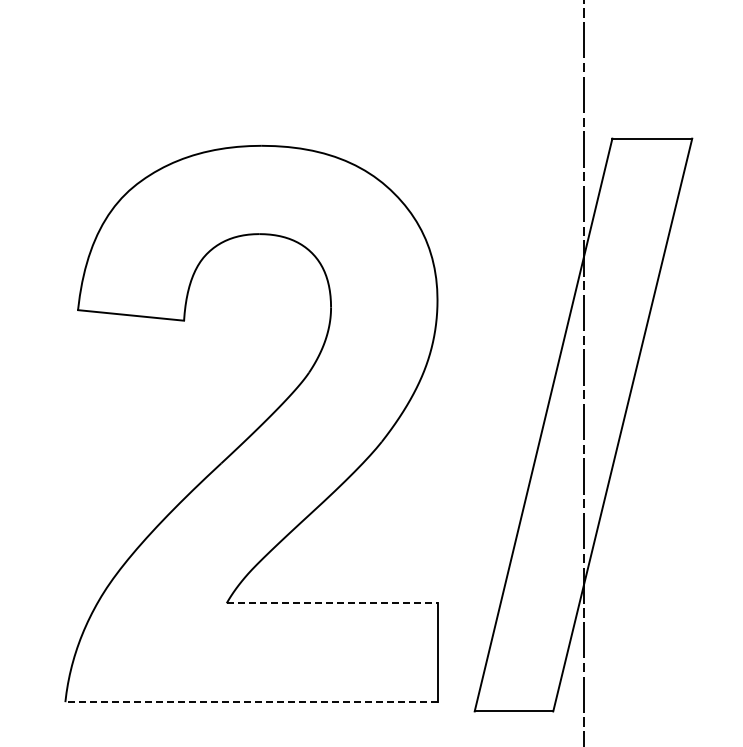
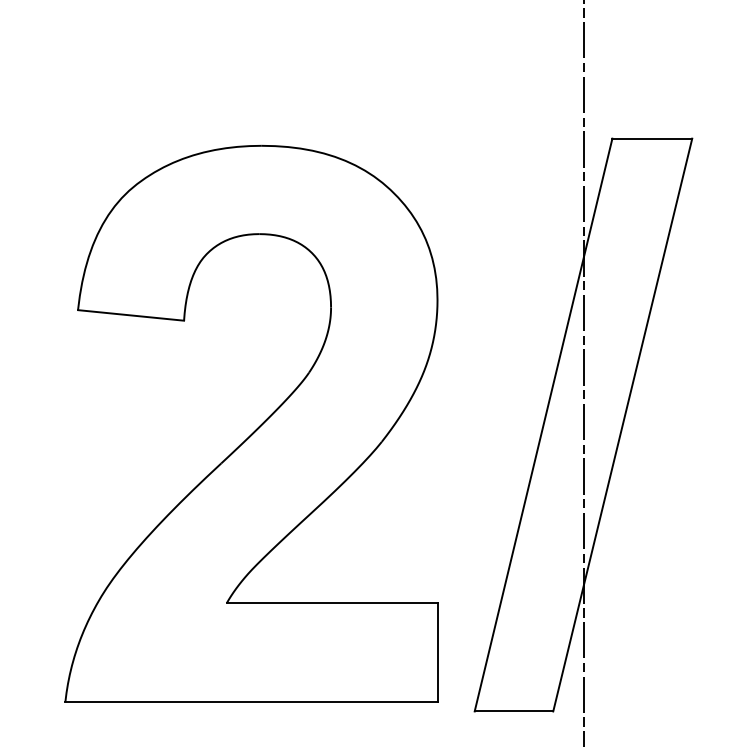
line at (332, 603): dashed -> solid
line at (250, 702): dashed -> solid
